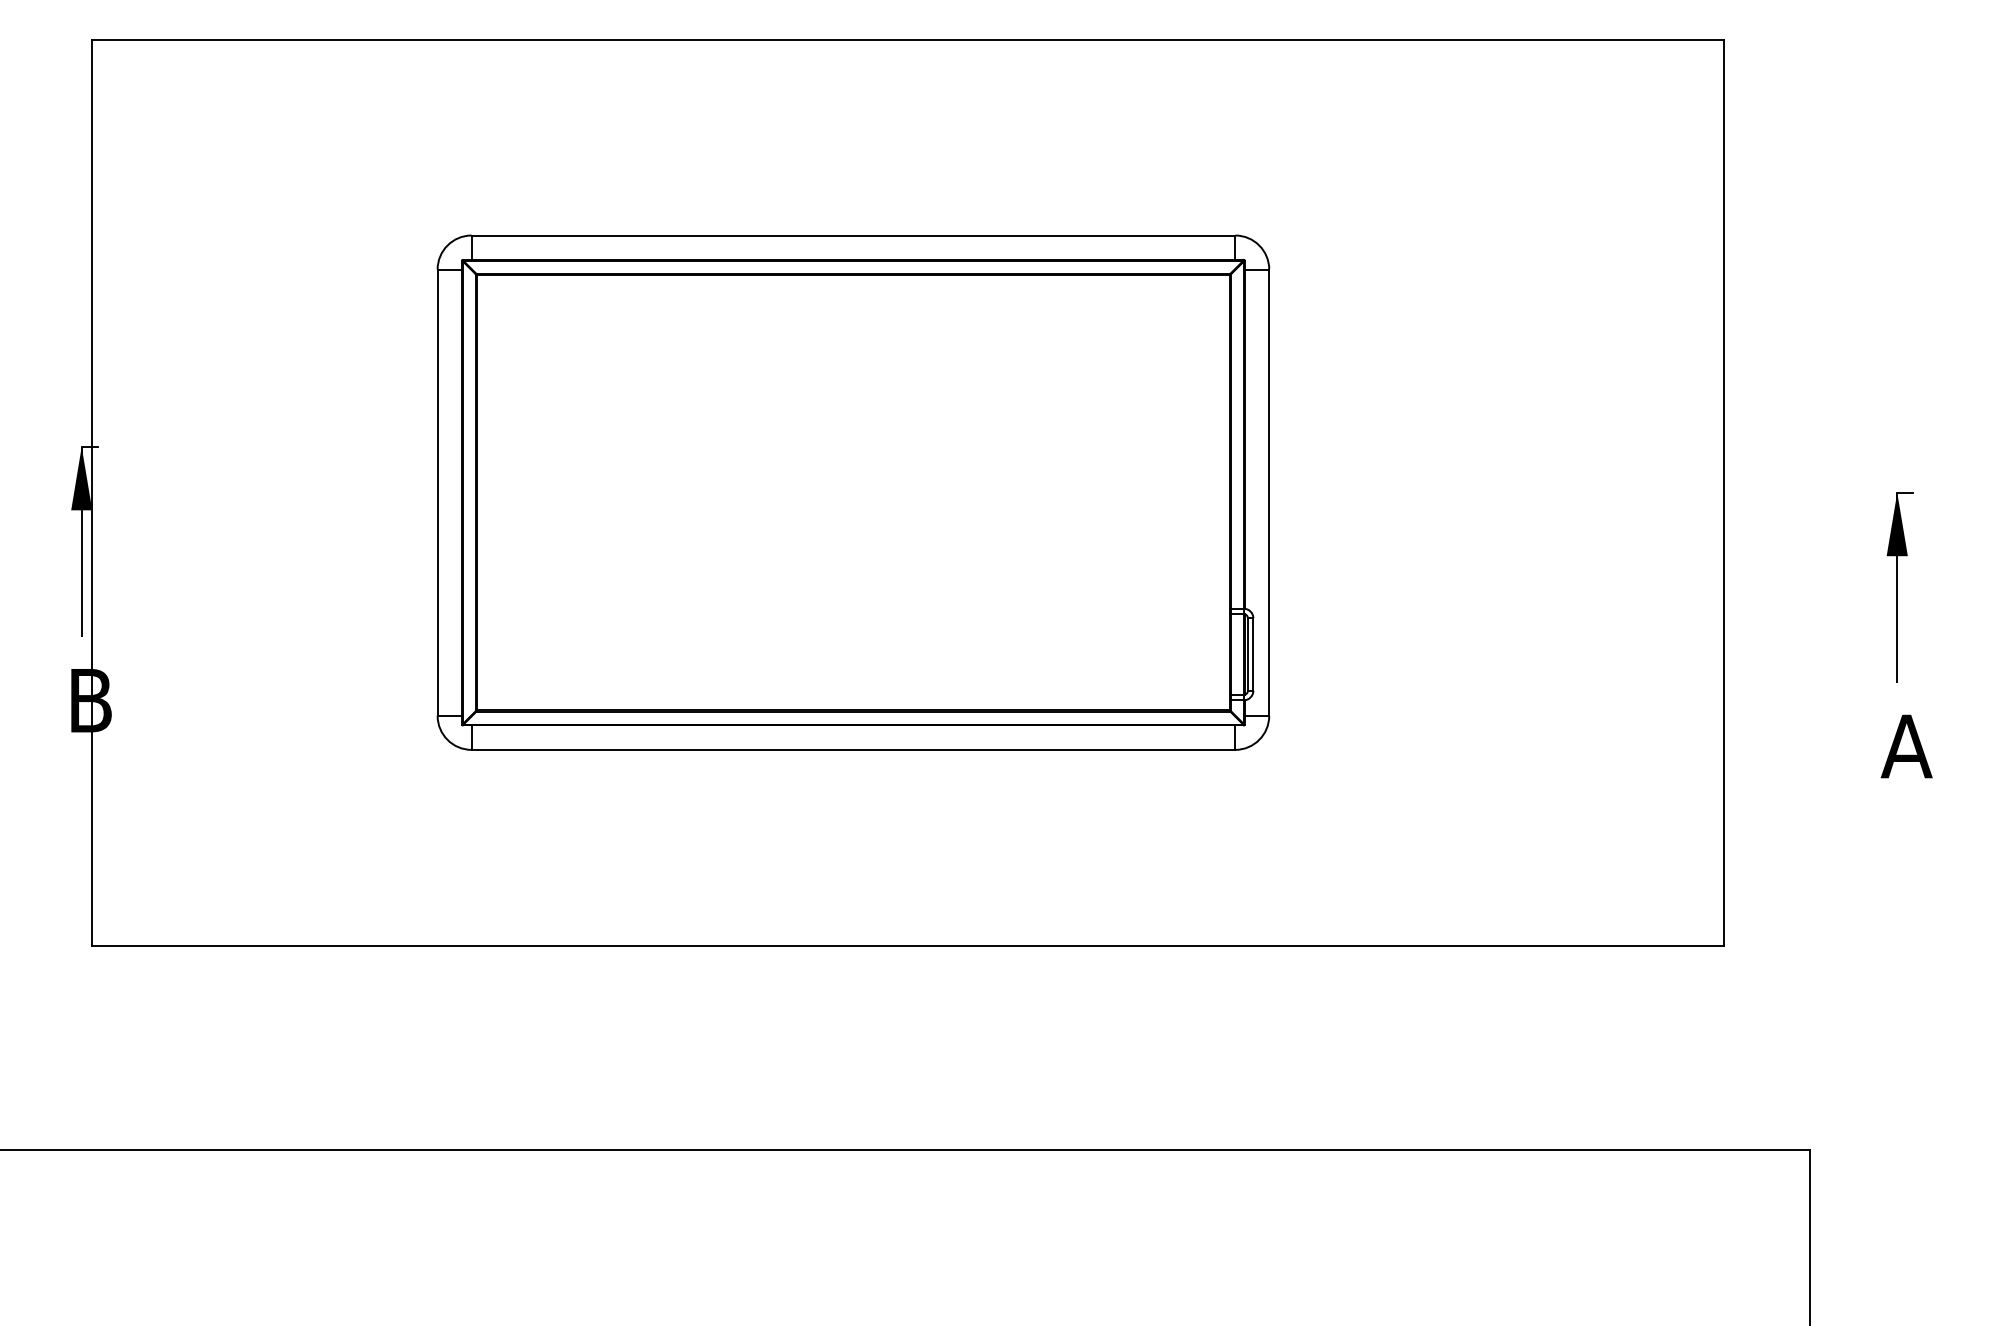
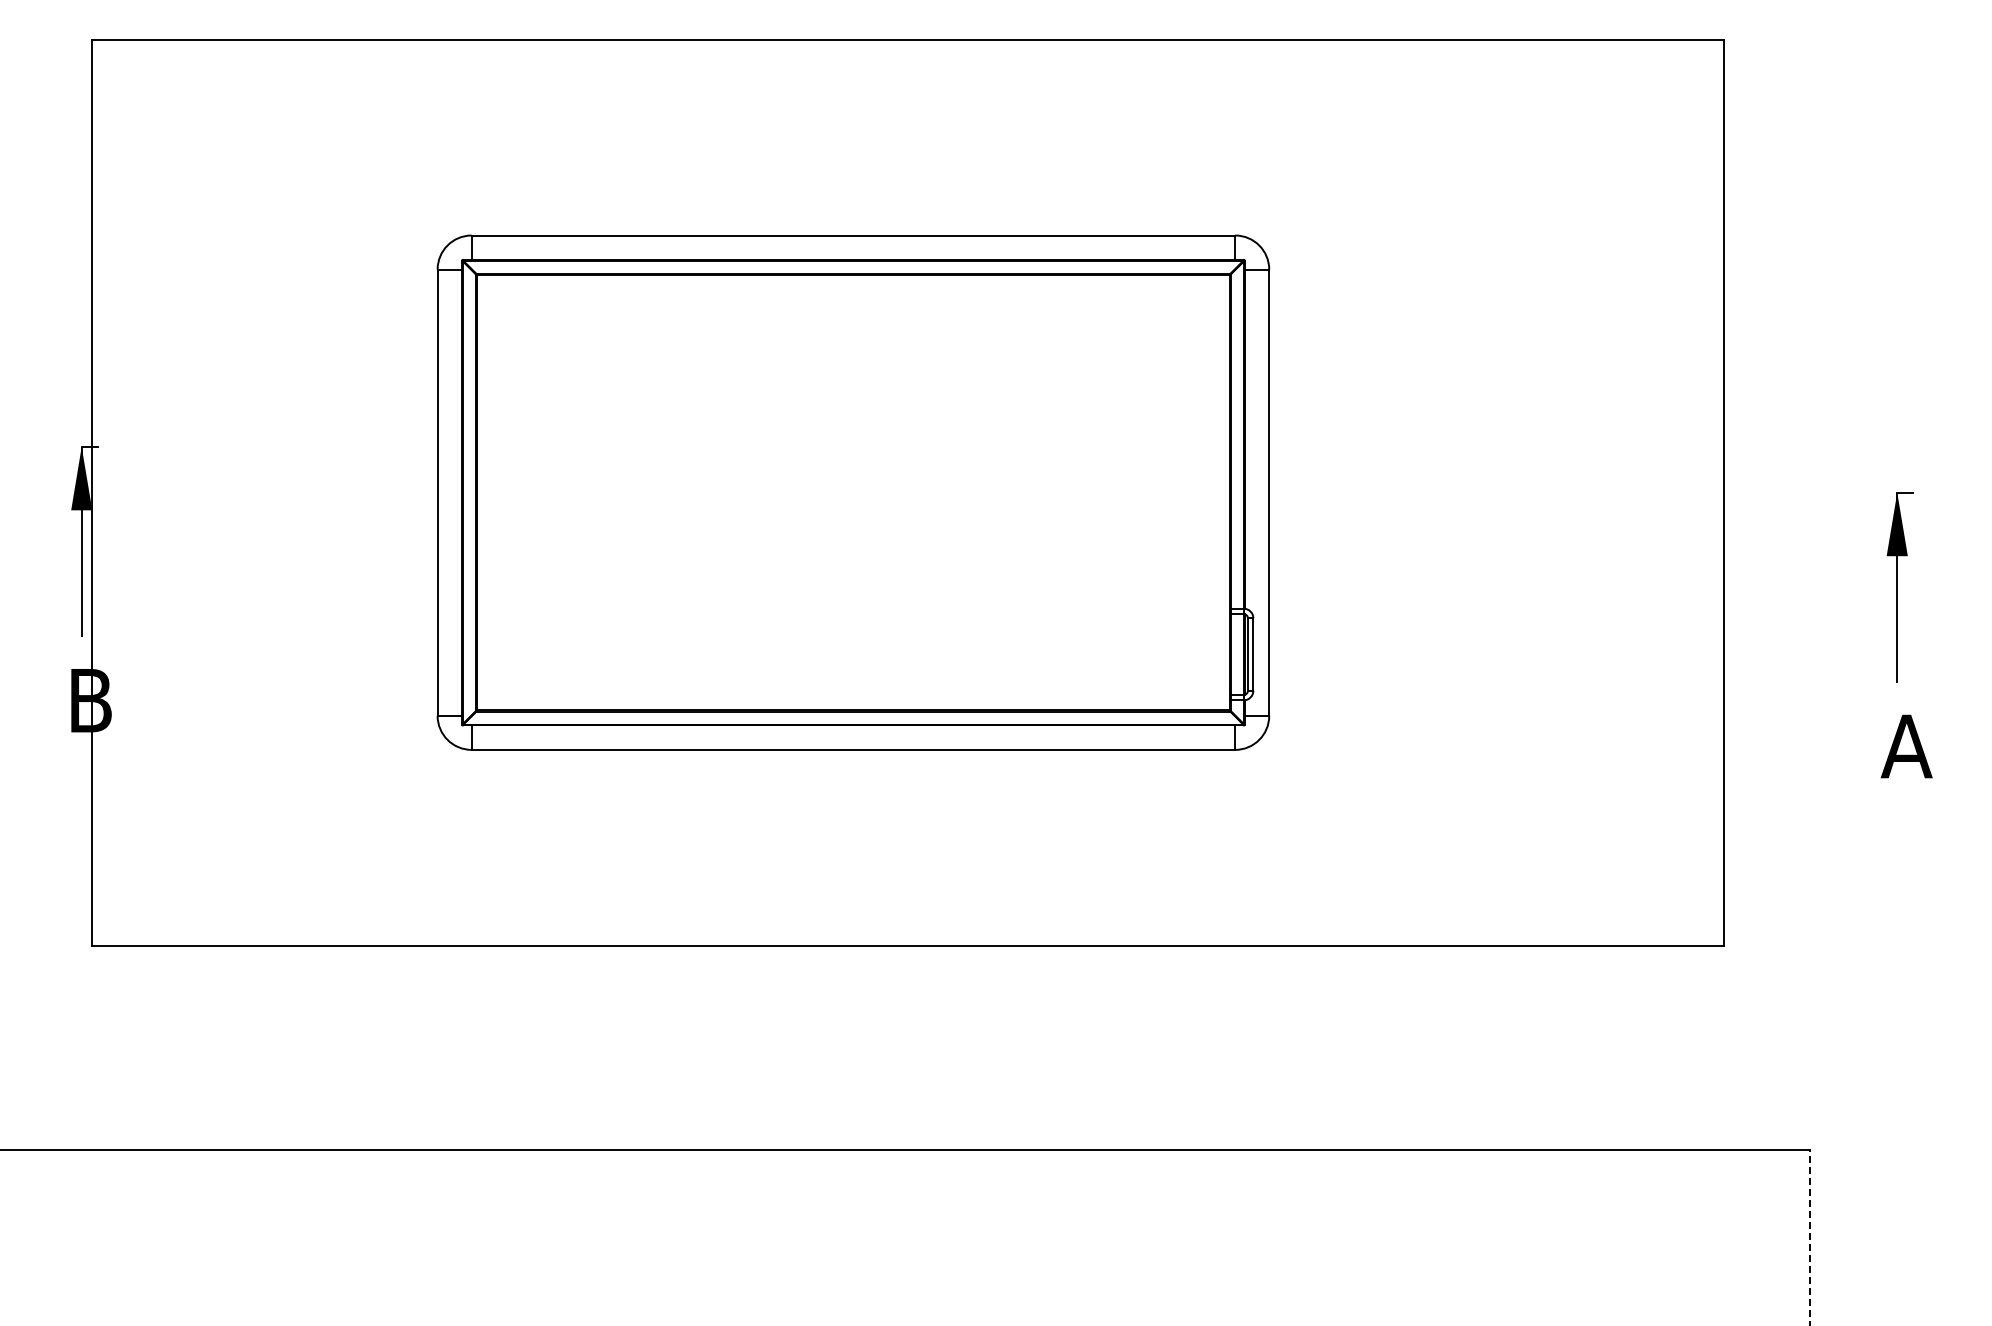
line at (1809, 1237): solid -> dashed
